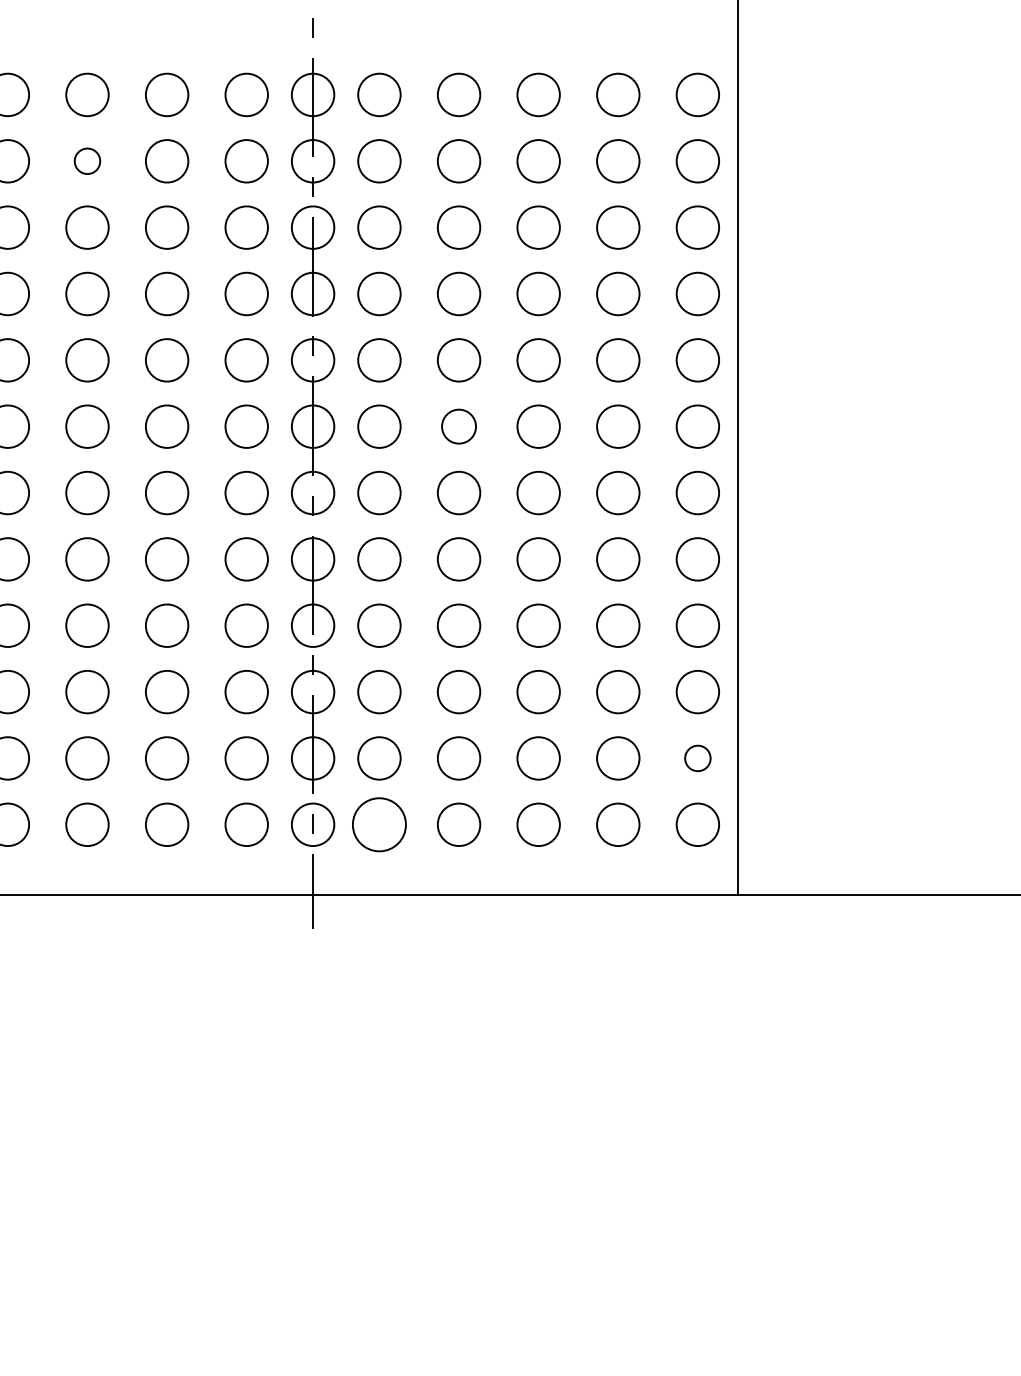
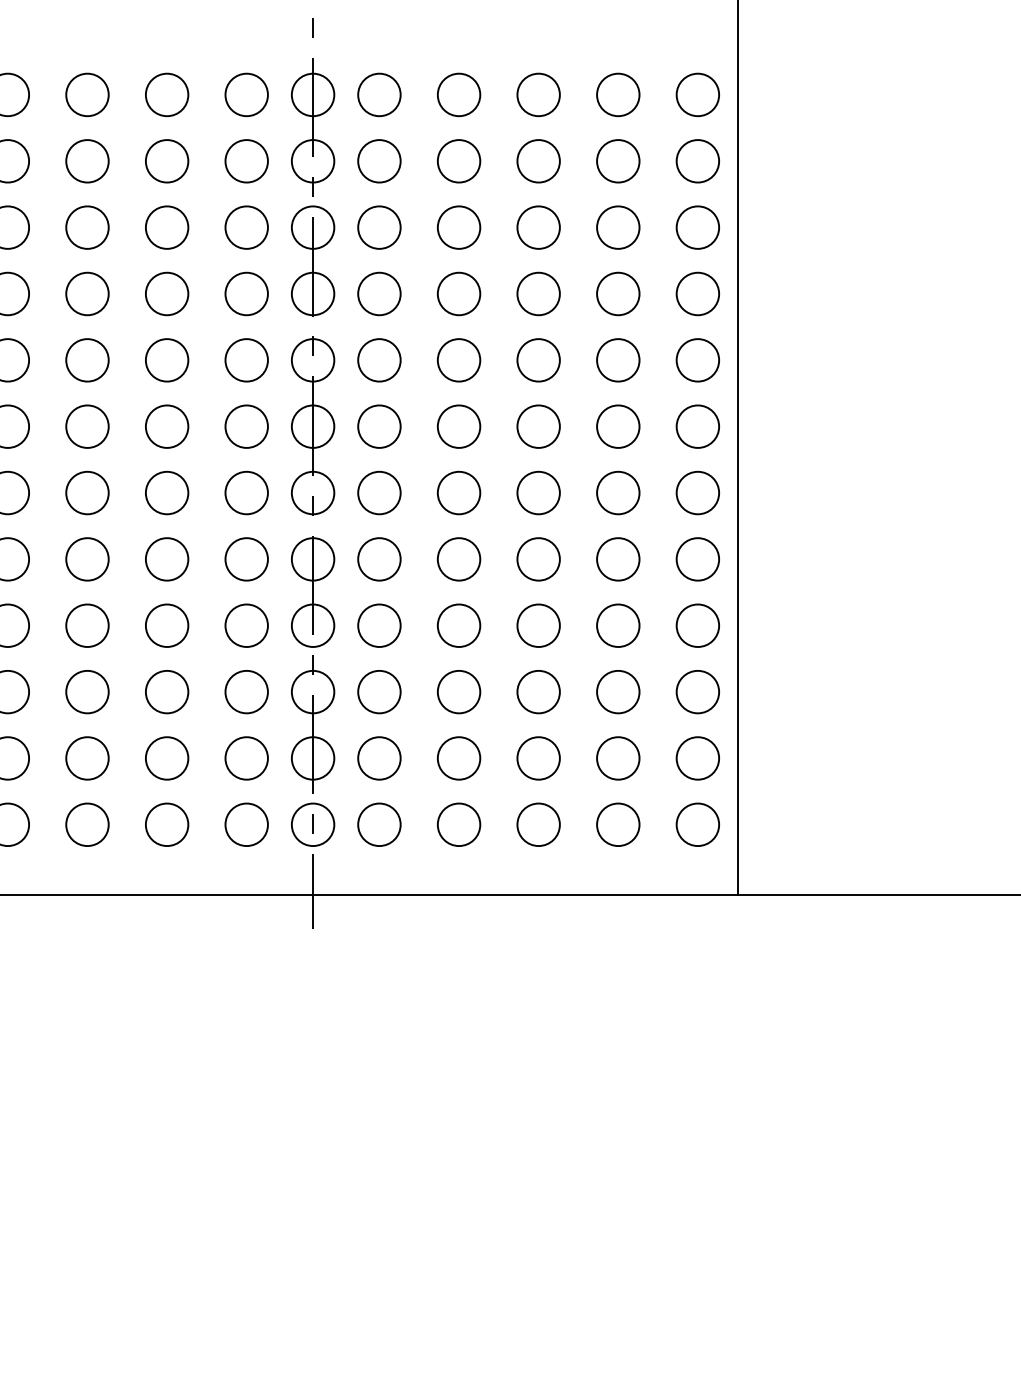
circle at (87, 161) diameter: 25 px -> 42 px
circle at (458, 426) size: 36x37 px -> 46x45 px
circle at (697, 758) diameter: 25 px -> 42 px
circle at (378, 824) diameter: 53 px -> 42 px
